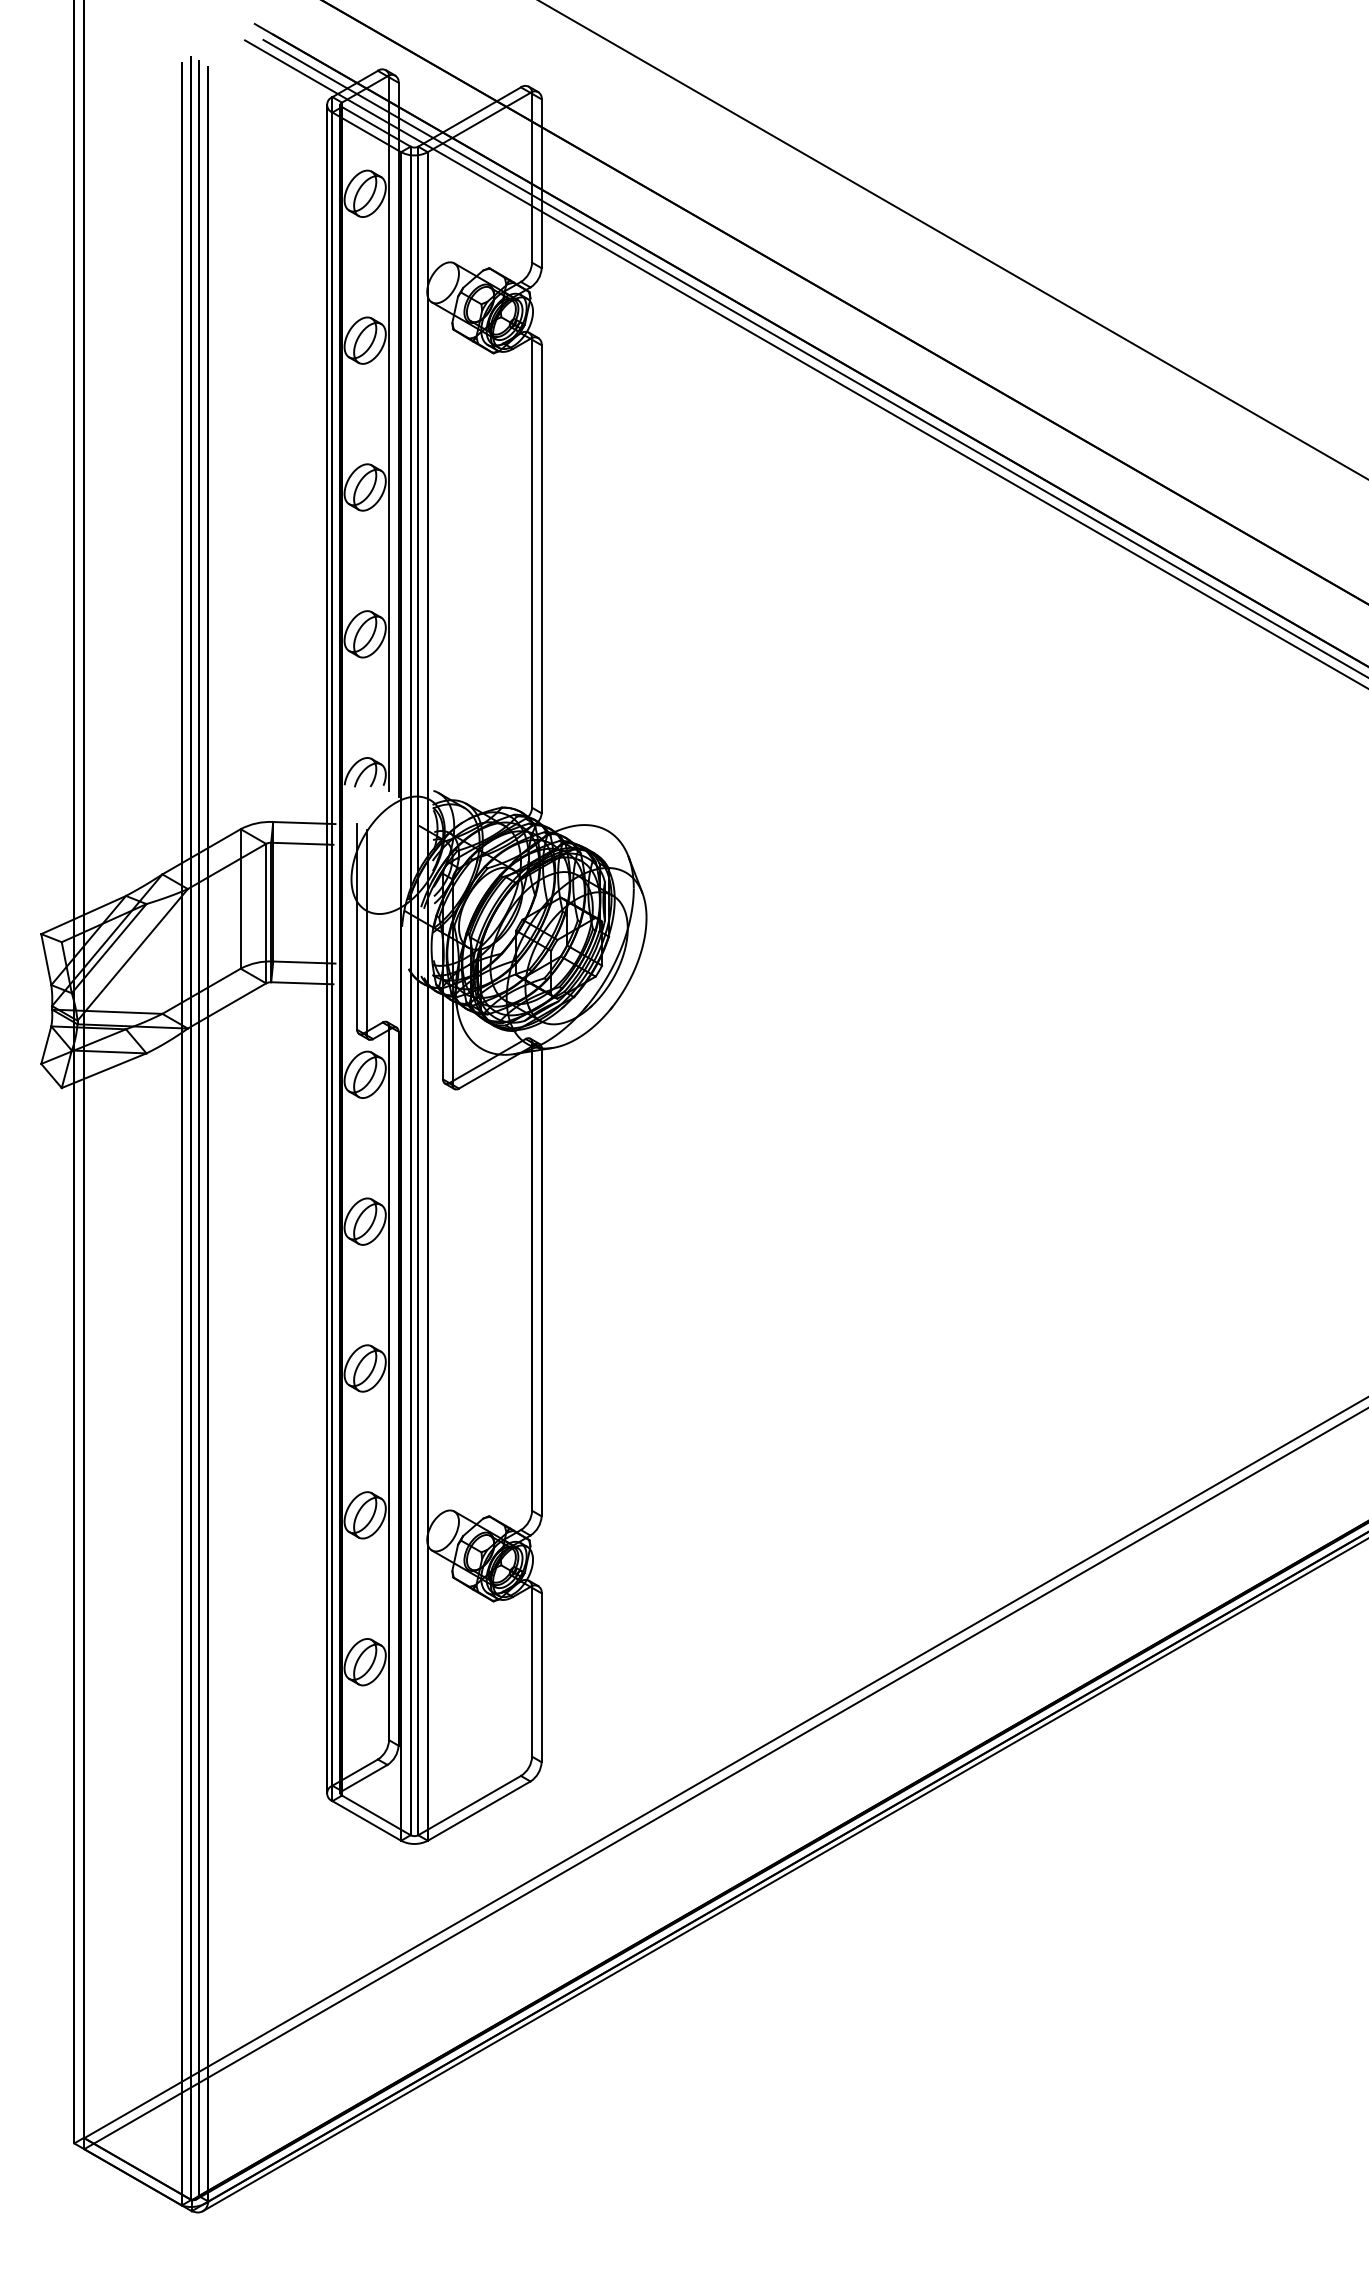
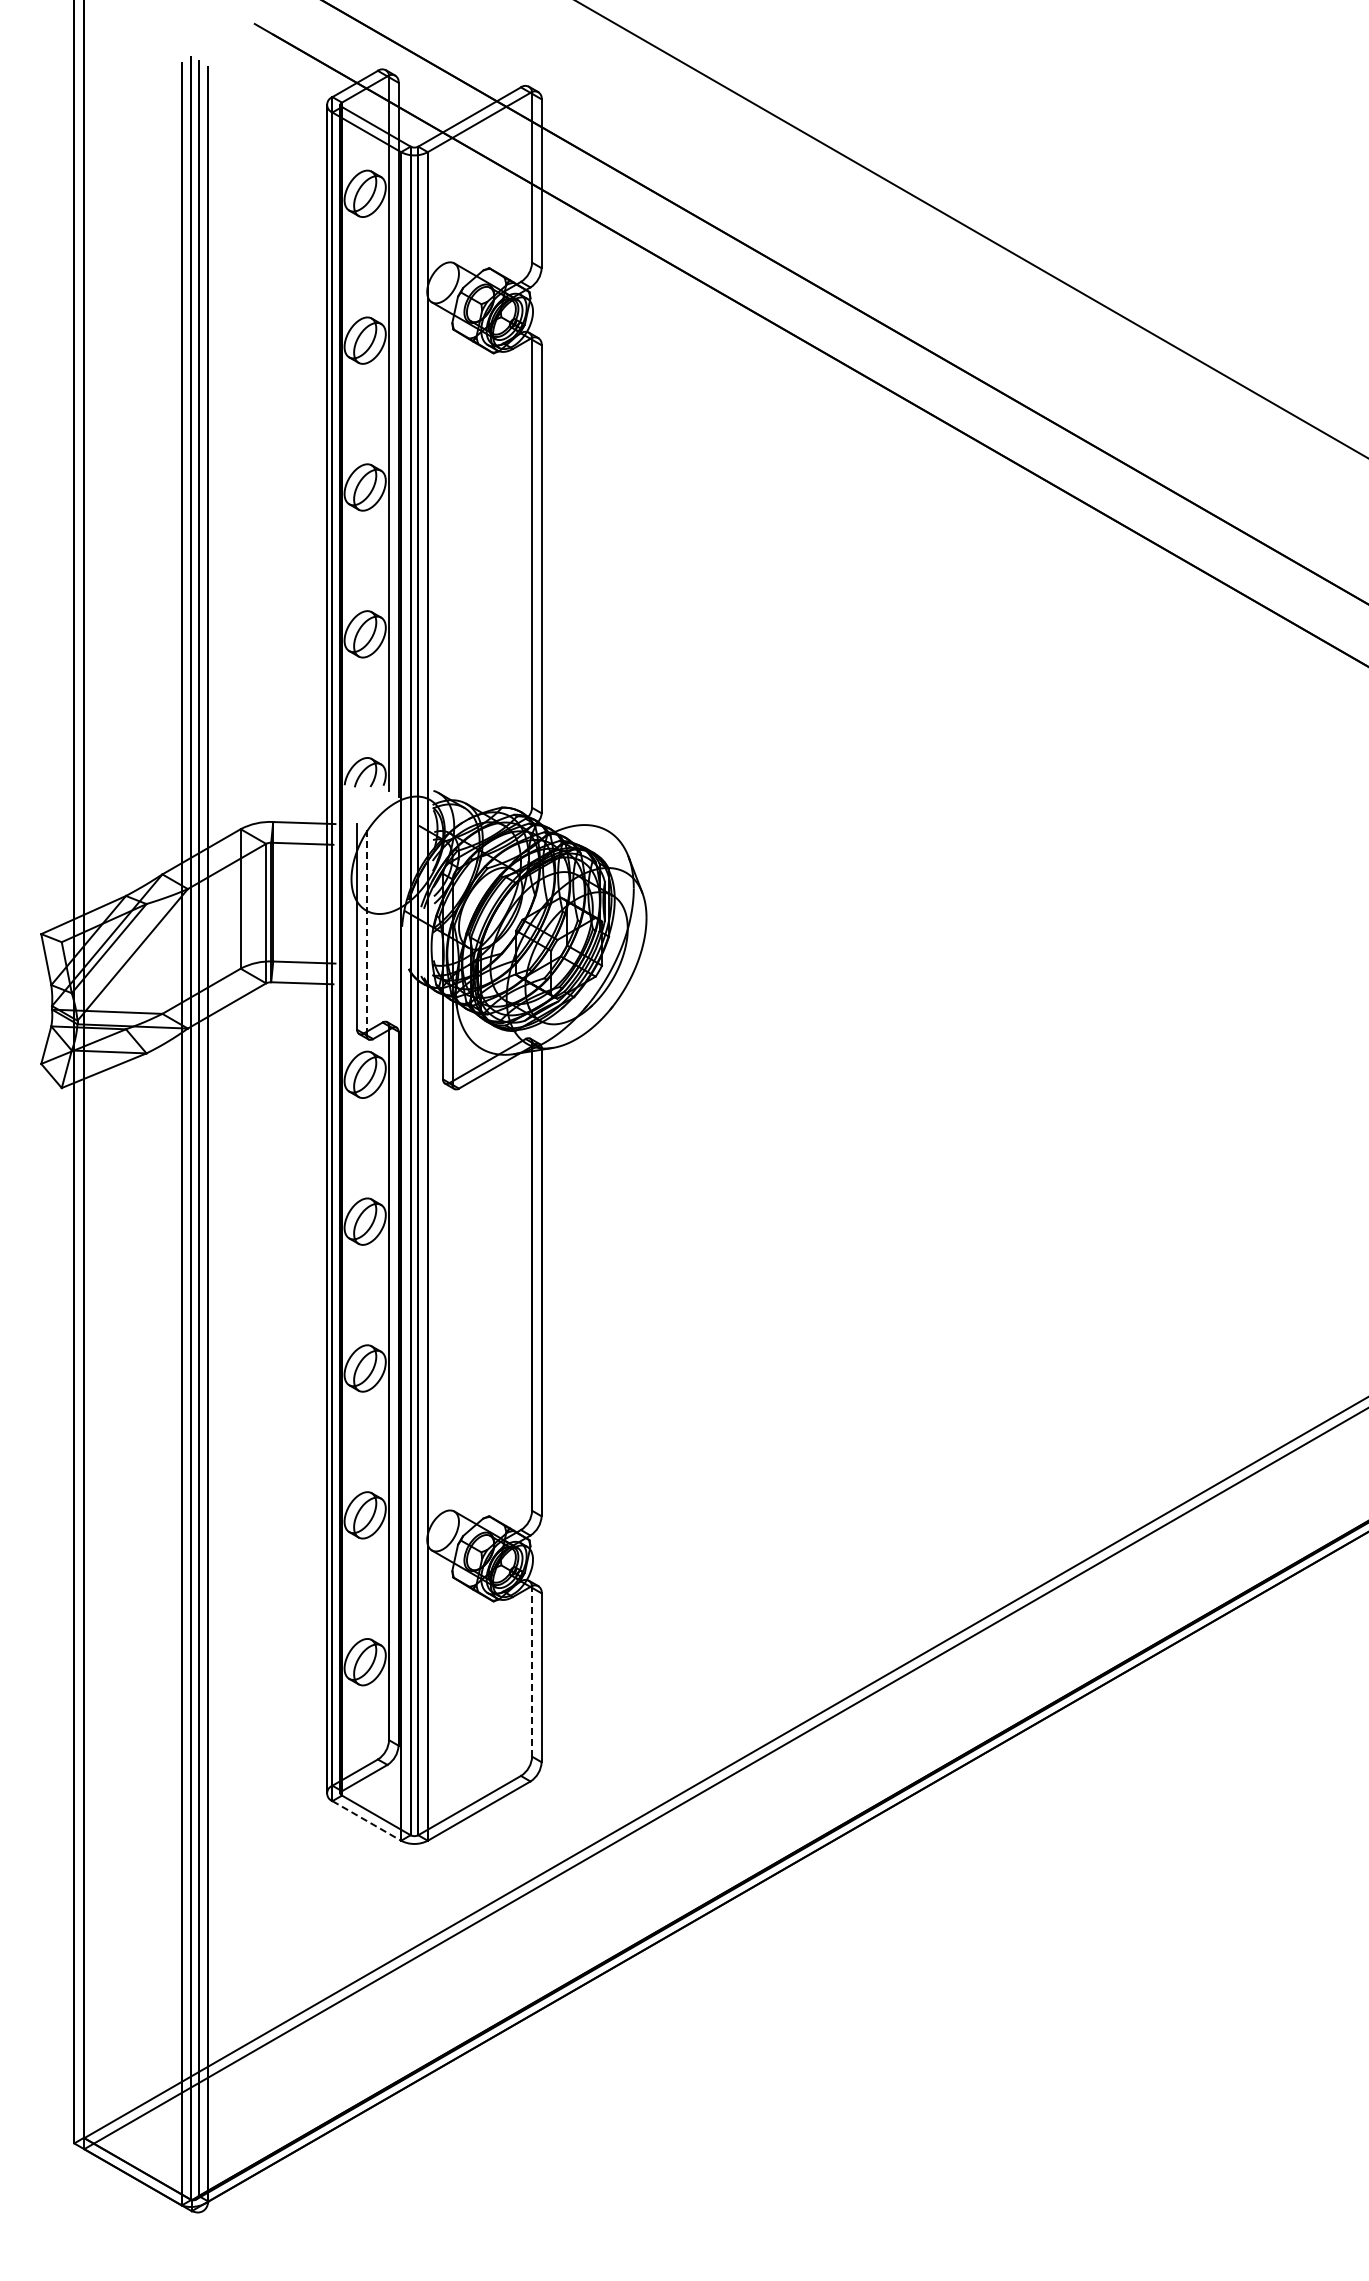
line at (953, 239) position: (953, 239) -> (971, 229)
line at (814, 357): present -> none
line at (805, 363): present -> none
line at (366, 932): solid -> dashed
line at (532, 1671): solid -> dashed
line at (366, 1820): solid -> dashed
line at (783, 1875): present -> none
